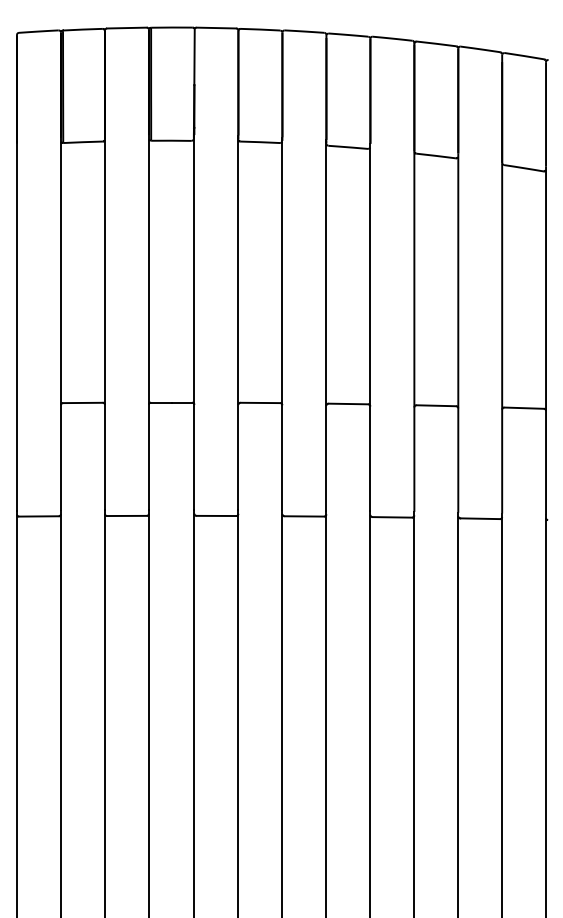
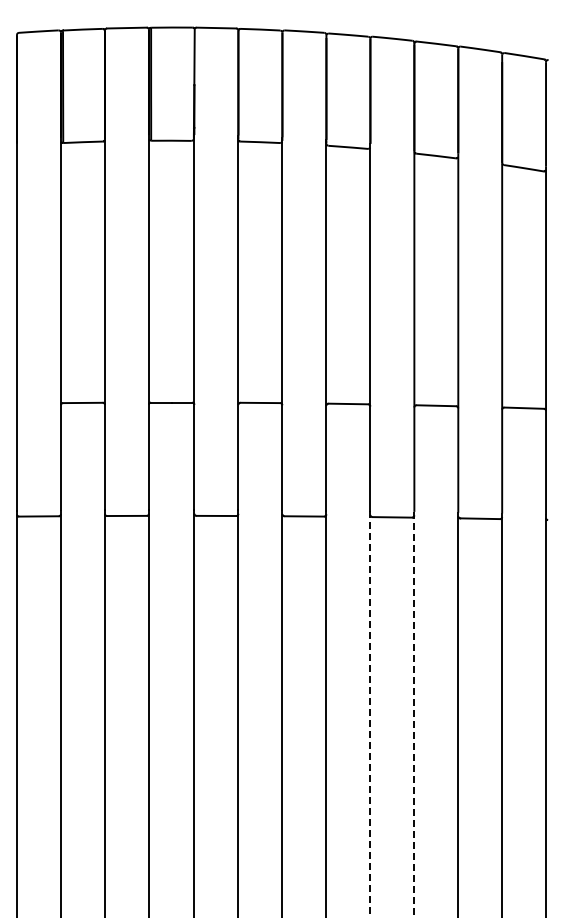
line at (370, 714): solid -> dashed
line at (414, 715): solid -> dashed
